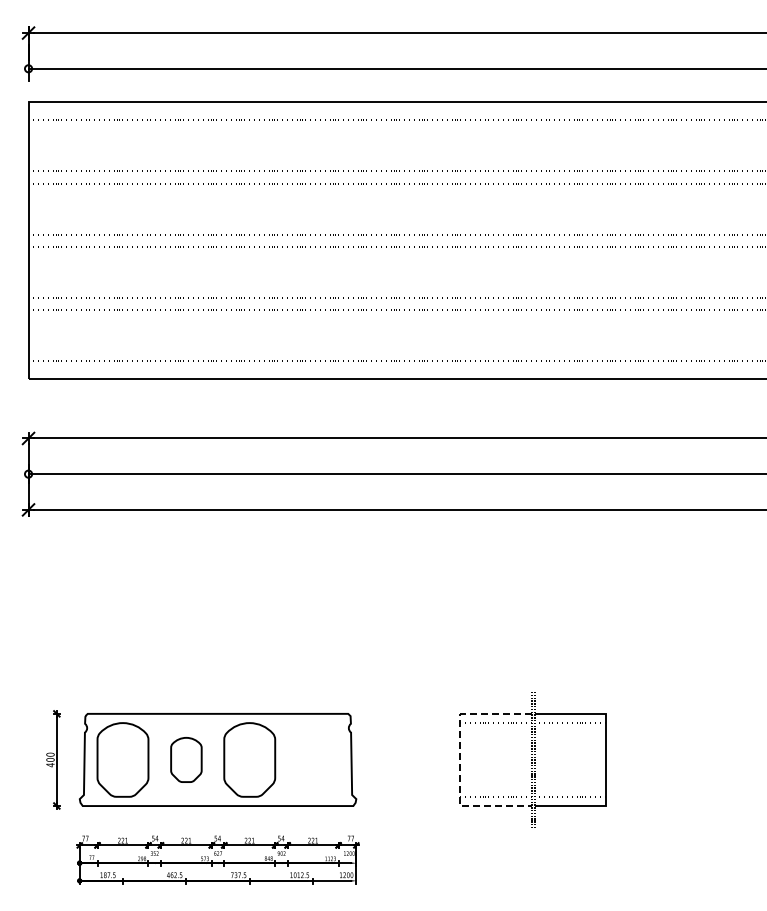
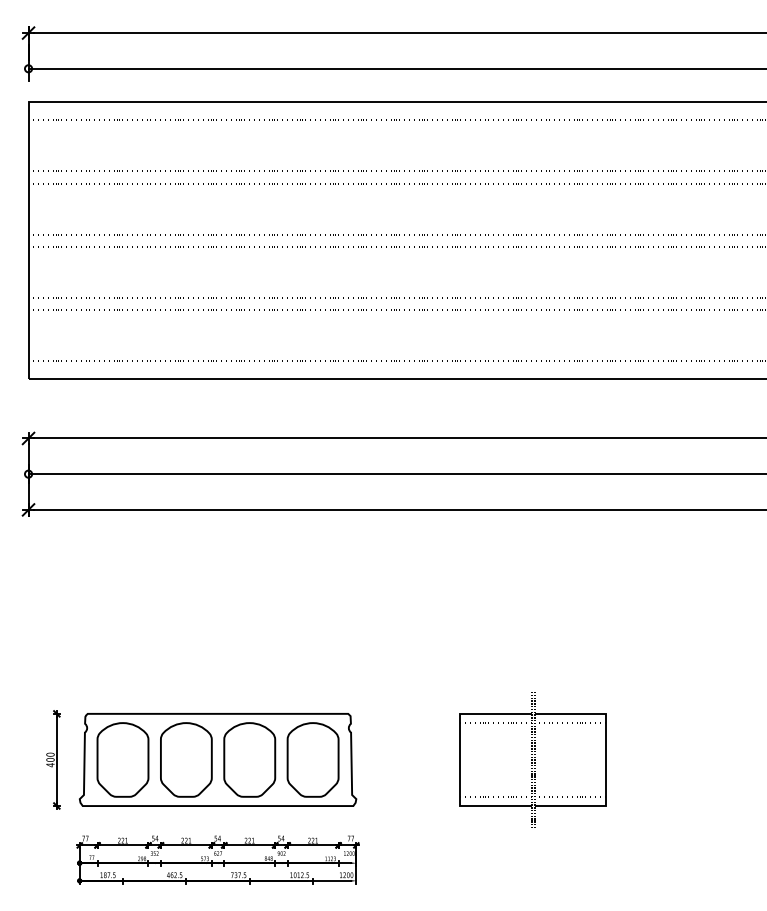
part at (186, 759) size: 33x46 px -> 53x76 px
part at (312, 759): none -> present
line at (460, 760): dashed -> solid
